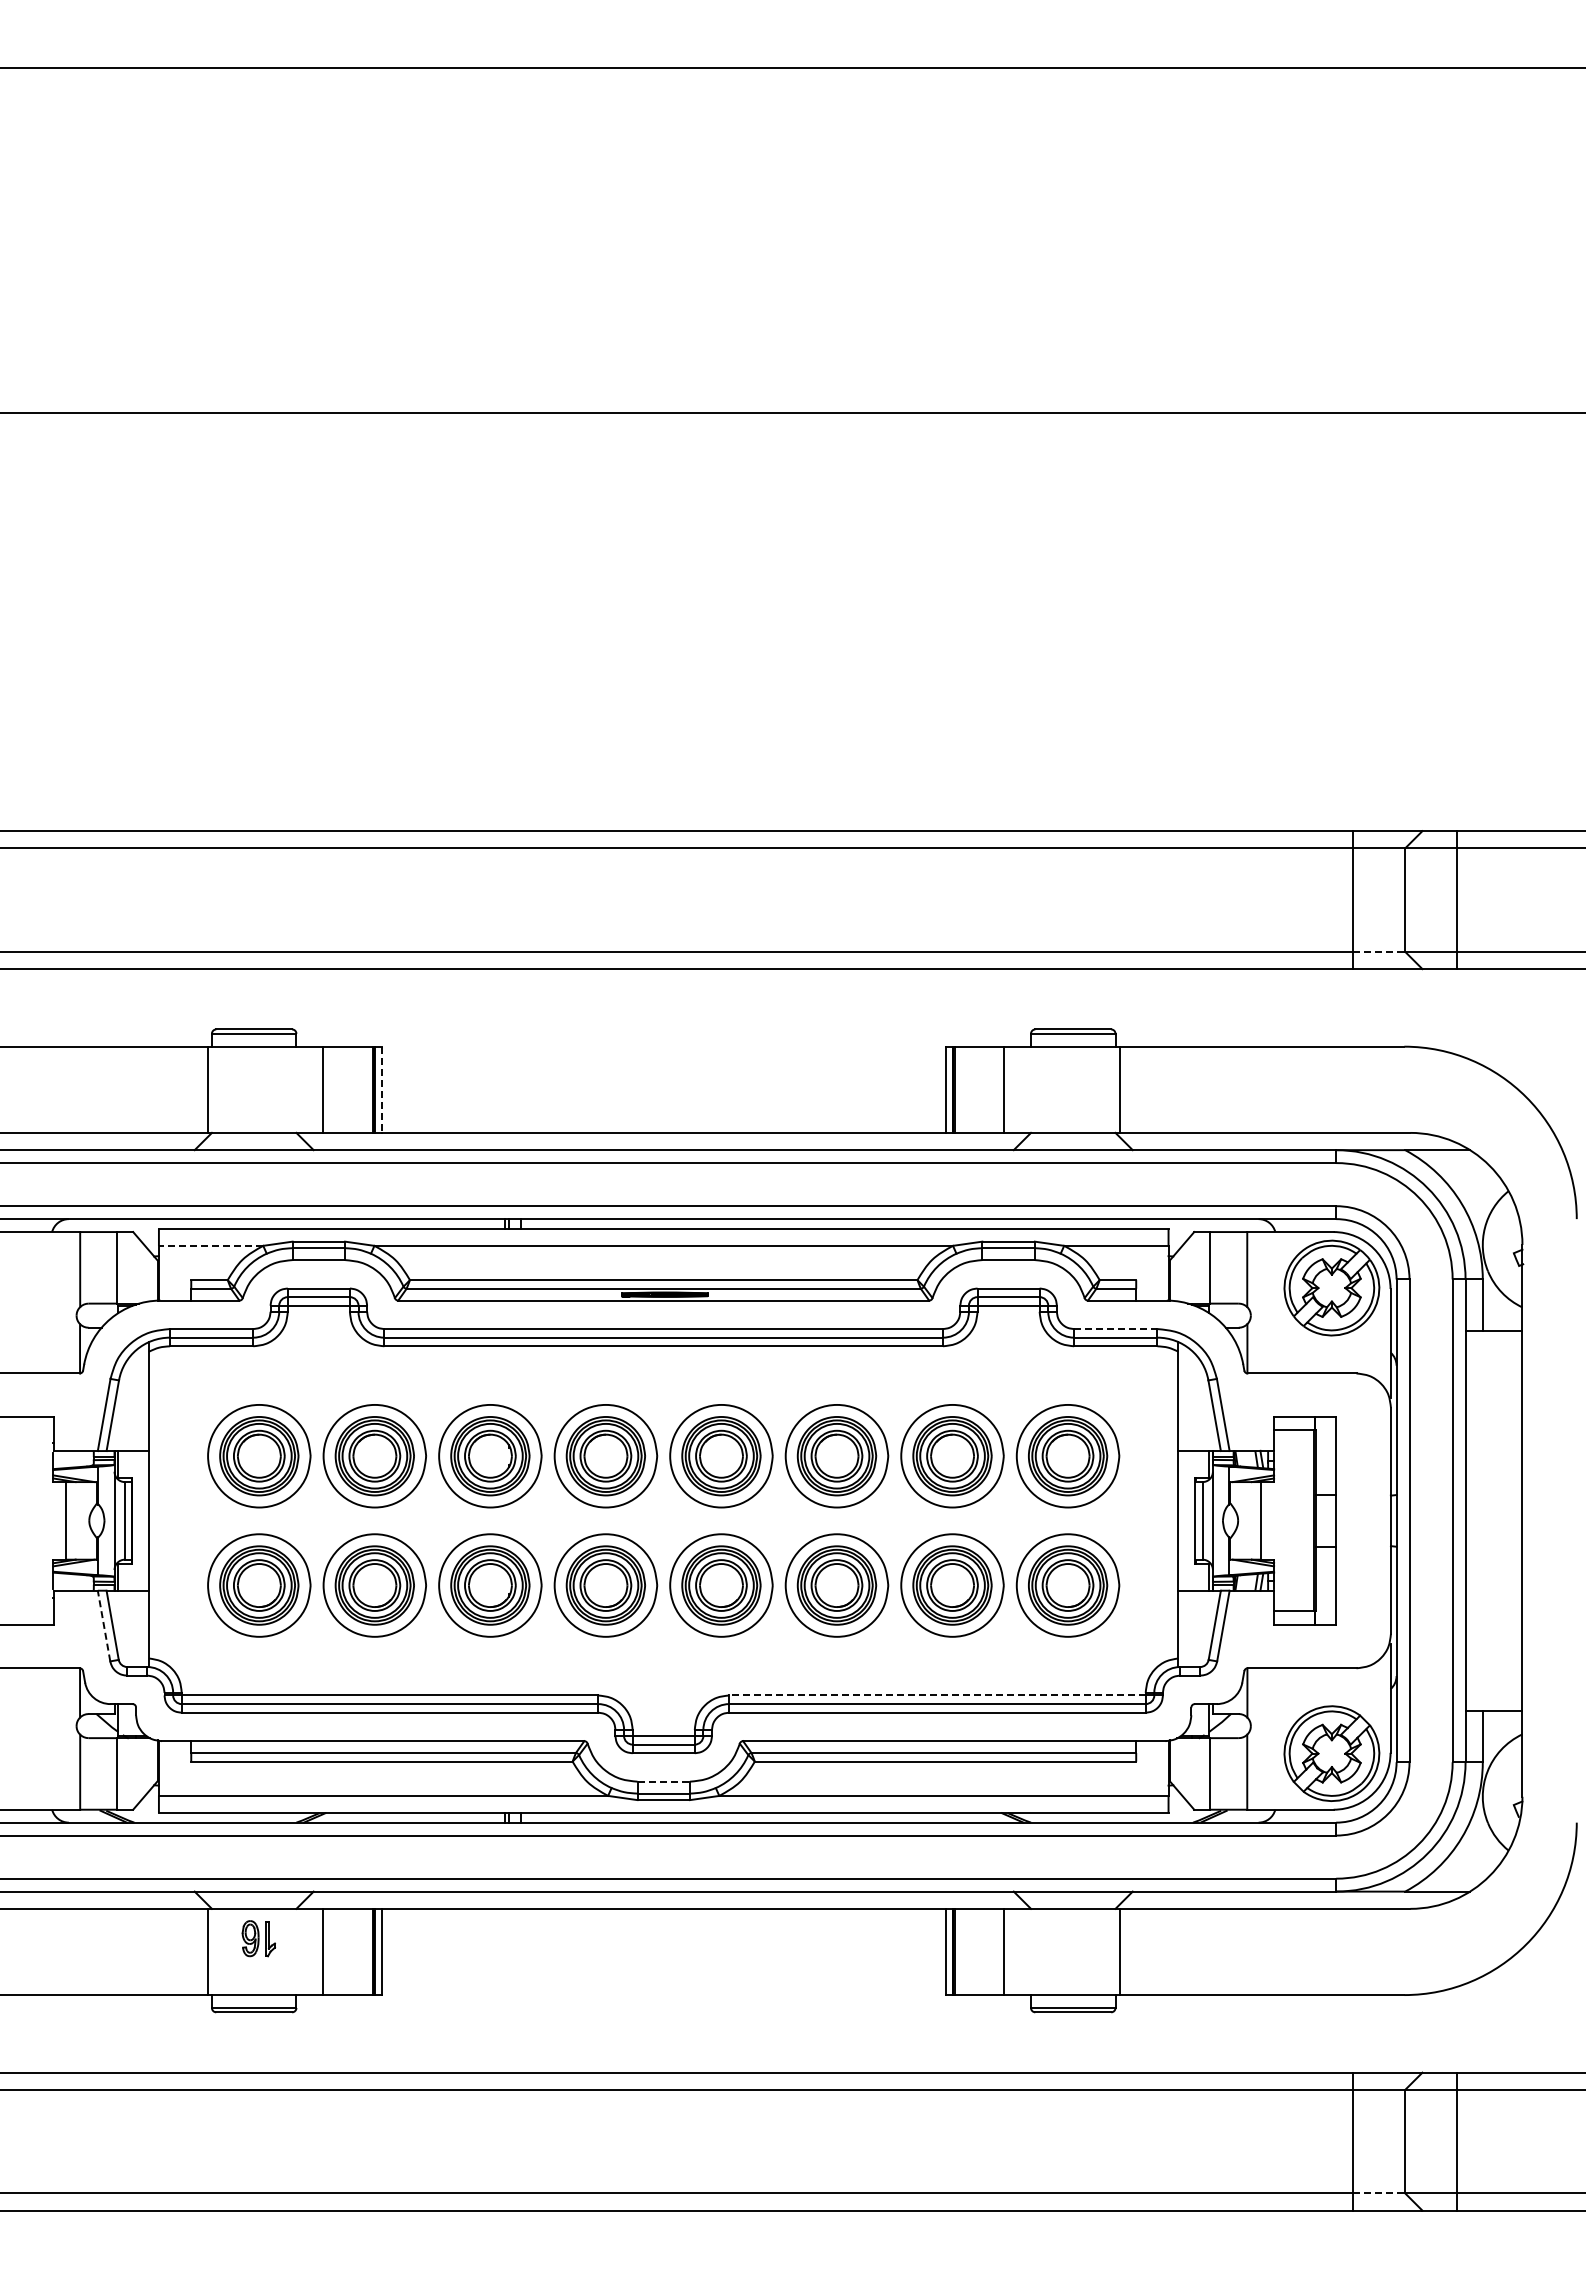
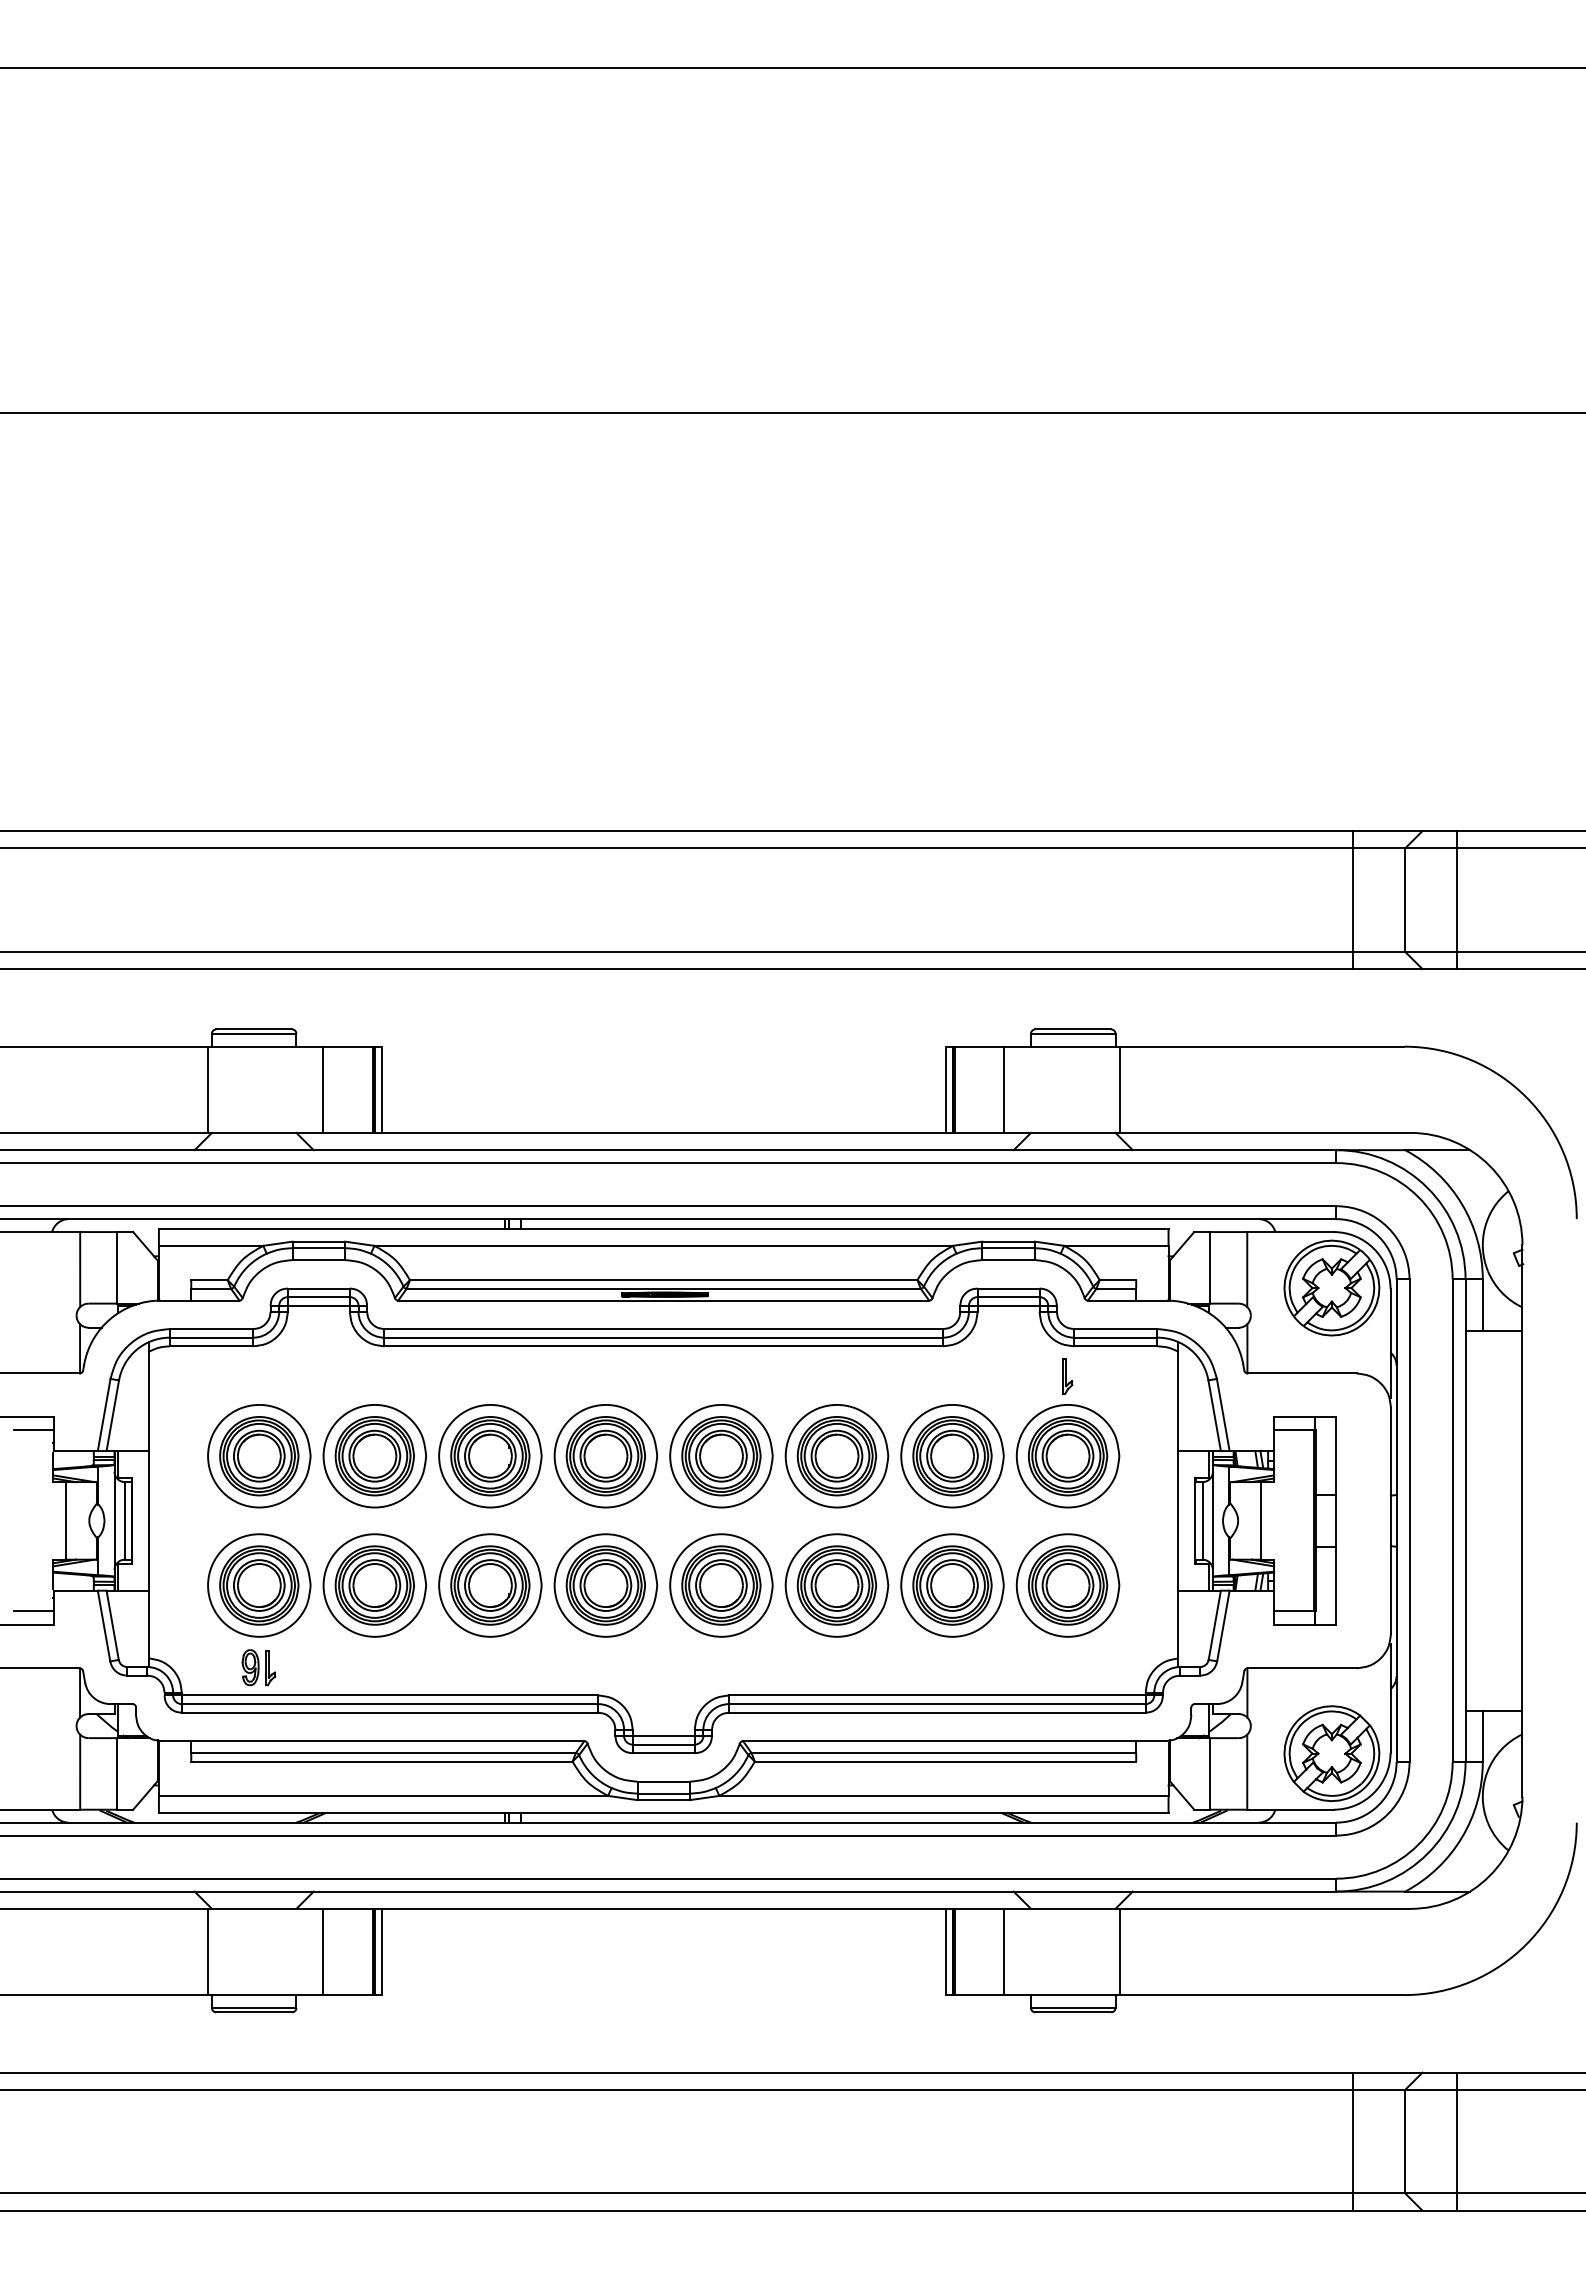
line at (1379, 951): dashed -> solid
line at (381, 1090): dashed -> solid
line at (210, 1245): dashed -> solid
line at (1115, 1329): dashed -> solid
part at (1067, 1376): none -> present
line at (33, 1430): none -> present
line at (33, 1611): none -> present
line at (104, 1626): dashed -> solid
line at (936, 1695): dashed -> solid
line at (664, 1781): dashed -> solid
part at (258, 1938) position: (258, 1938) -> (258, 1667)
line at (1379, 2193): dashed -> solid
